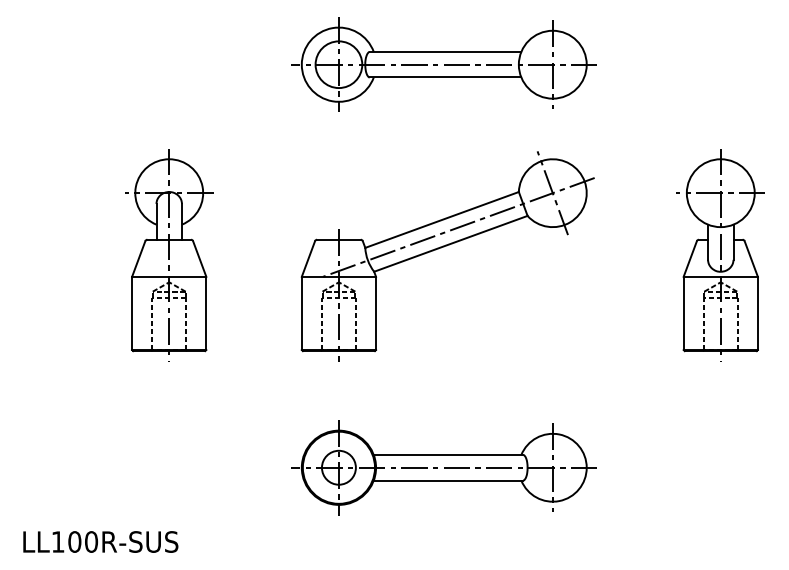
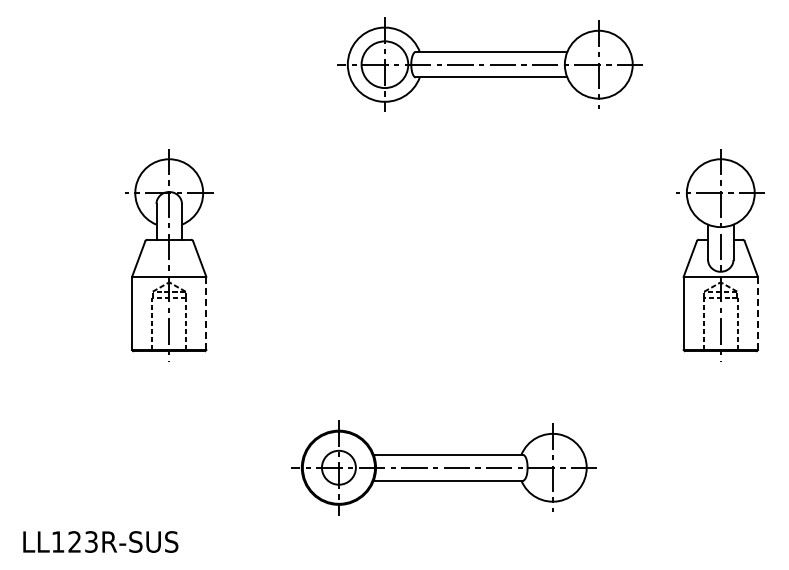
part at (443, 64) position: (443, 64) -> (489, 64)
part at (444, 247): present -> none
line at (206, 313): solid -> dashed
line at (757, 313): solid -> dashed
text at (83, 541): LL100R-SUS -> LL123R-SUS
